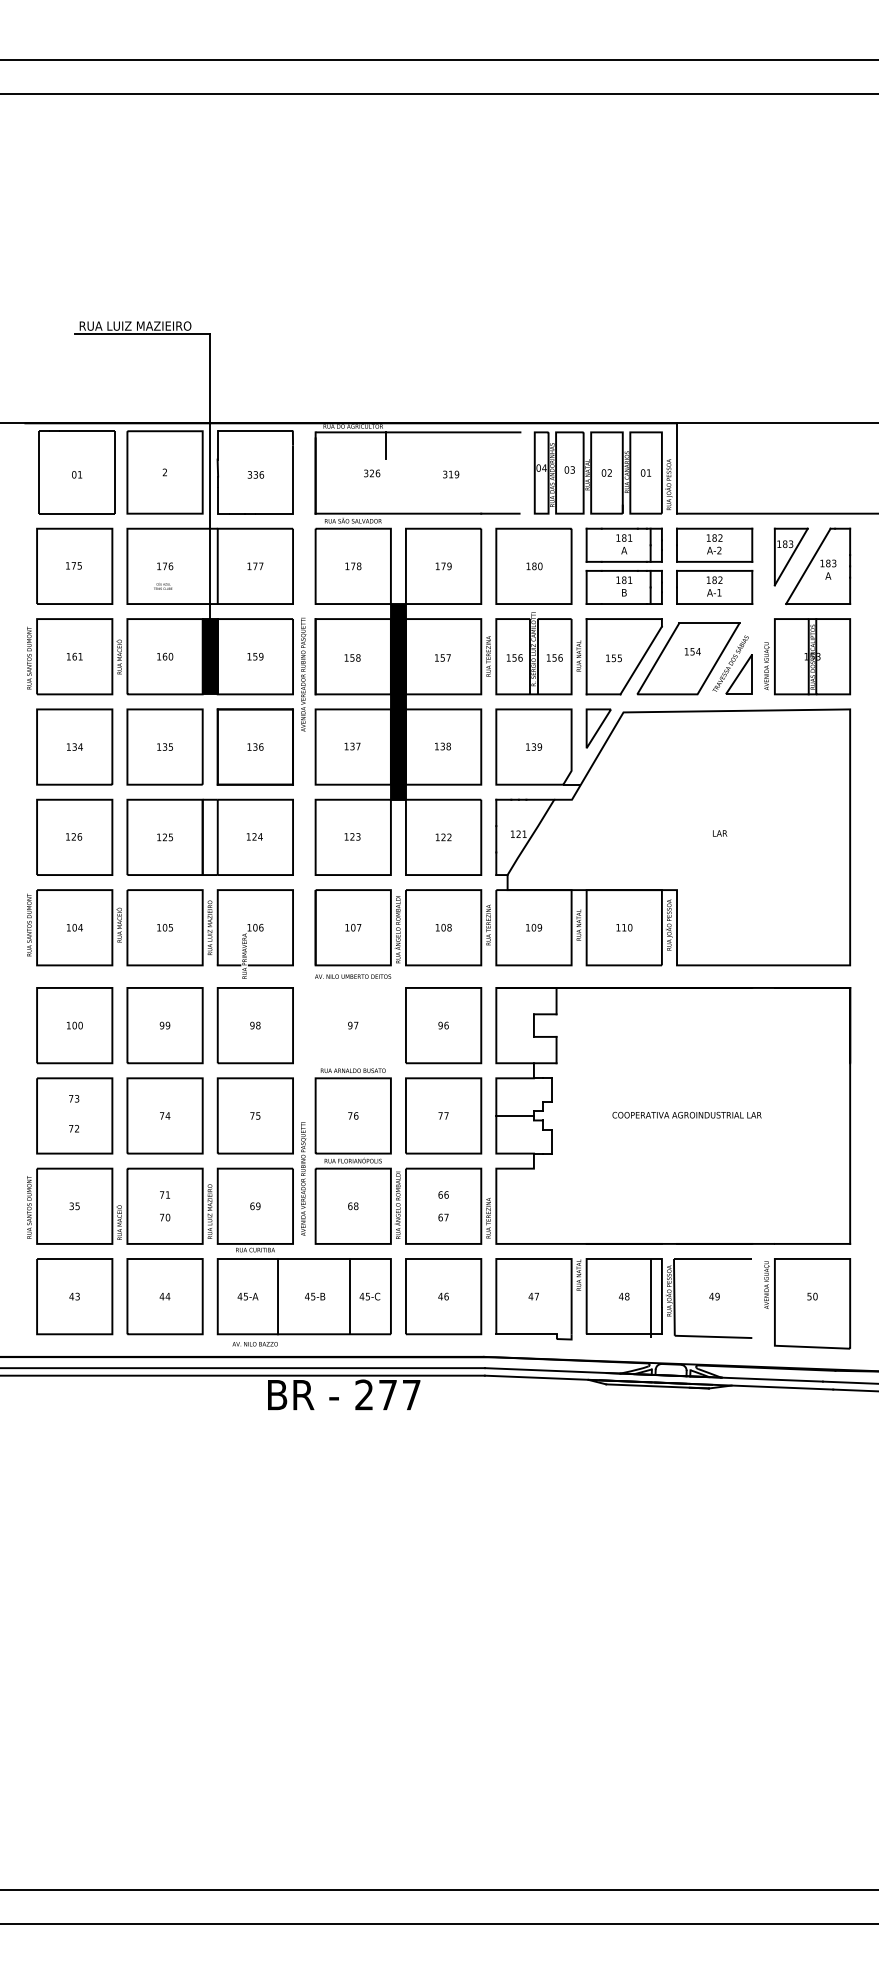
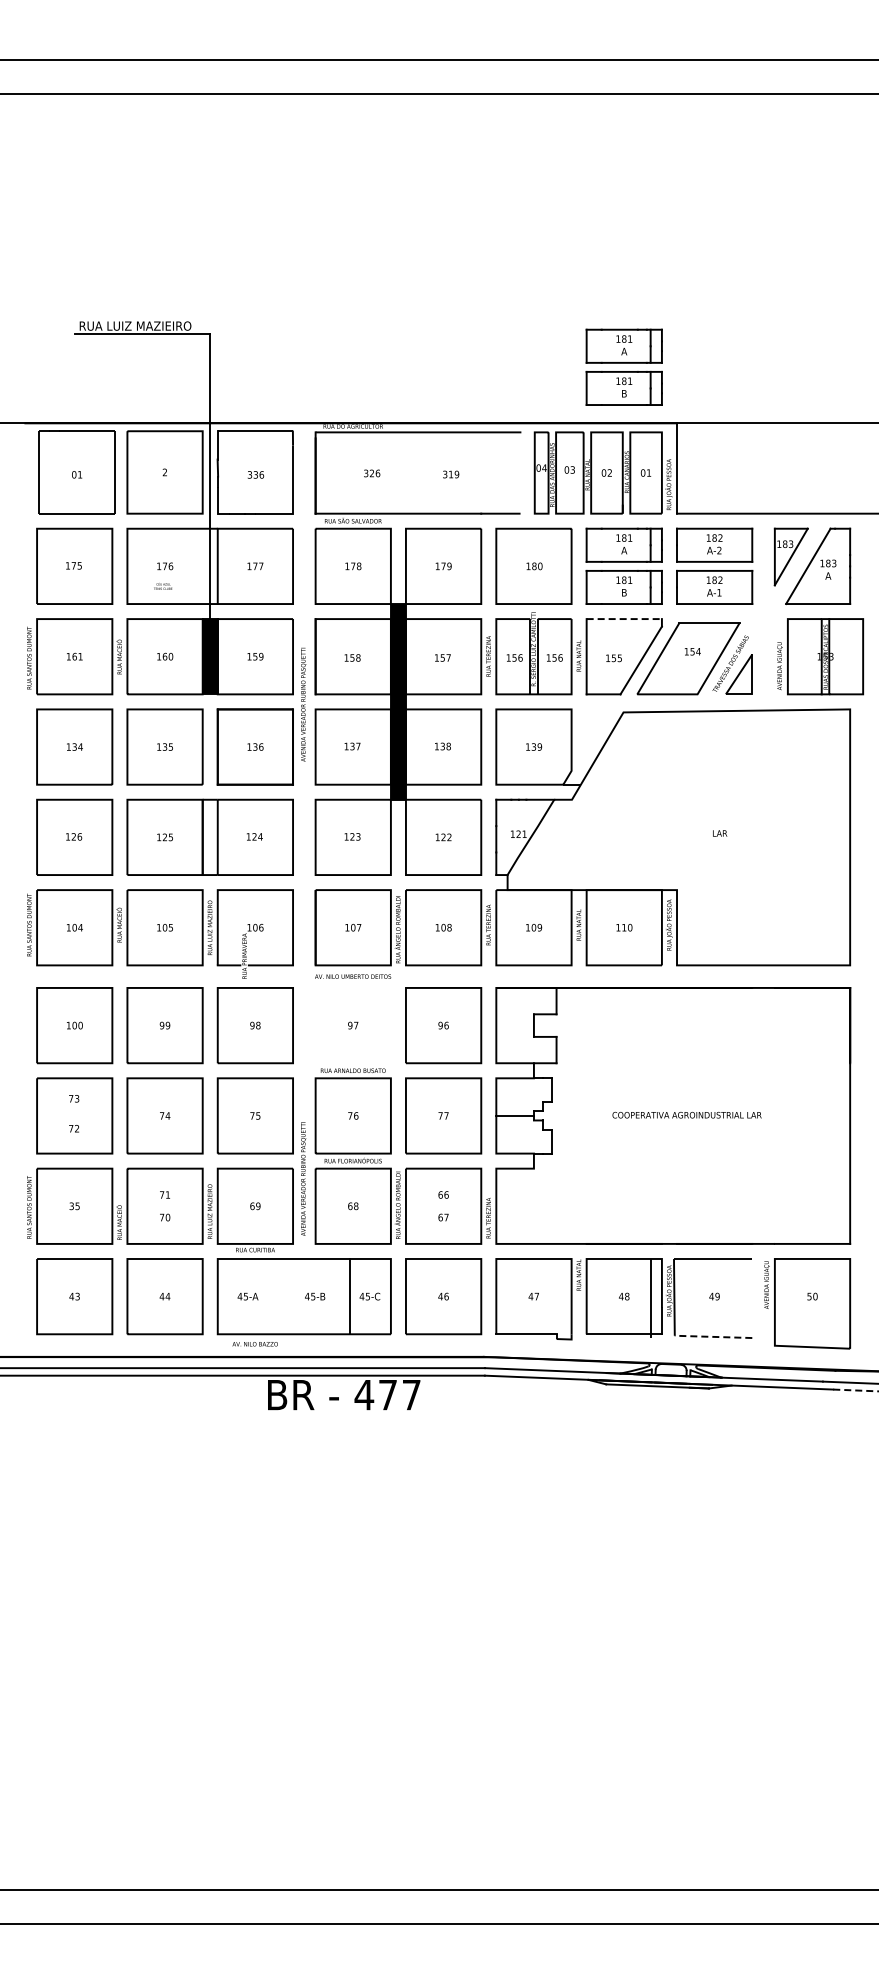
part at (623, 366): none -> present
line at (385, 445): present -> none
line at (624, 619): solid -> dashed
part at (807, 656) position: (807, 656) -> (820, 656)
text at (303, 674) position: (303, 674) -> (303, 704)
part at (598, 728): present -> none
line at (278, 1296): present -> none
line at (713, 1336): solid -> dashed
line at (856, 1390): solid -> dashed
text at (364, 1394): 277 -> 477
